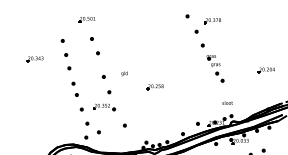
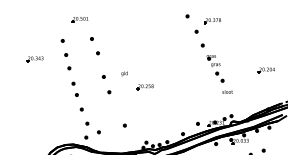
part at (86, 19) position: (86, 19) -> (79, 19)
part at (154, 87) position: (154, 87) -> (144, 87)
text at (227, 102) position: (227, 102) -> (227, 91)
part at (104, 107): present -> none
